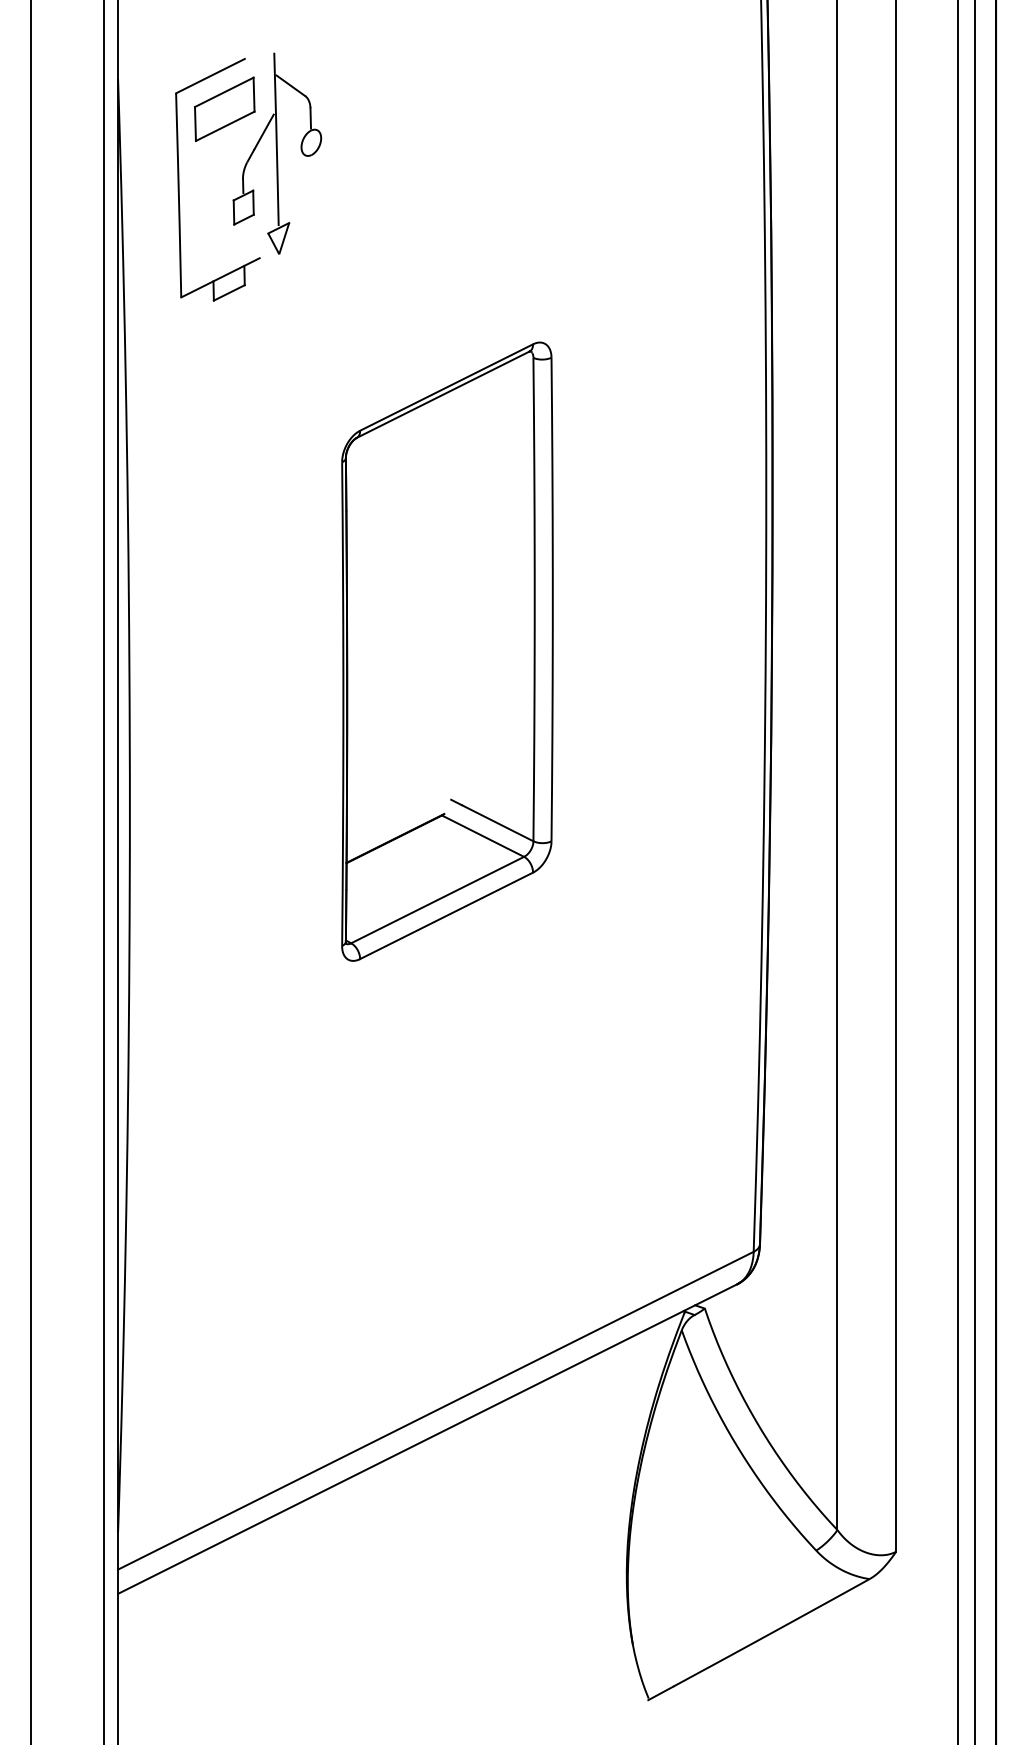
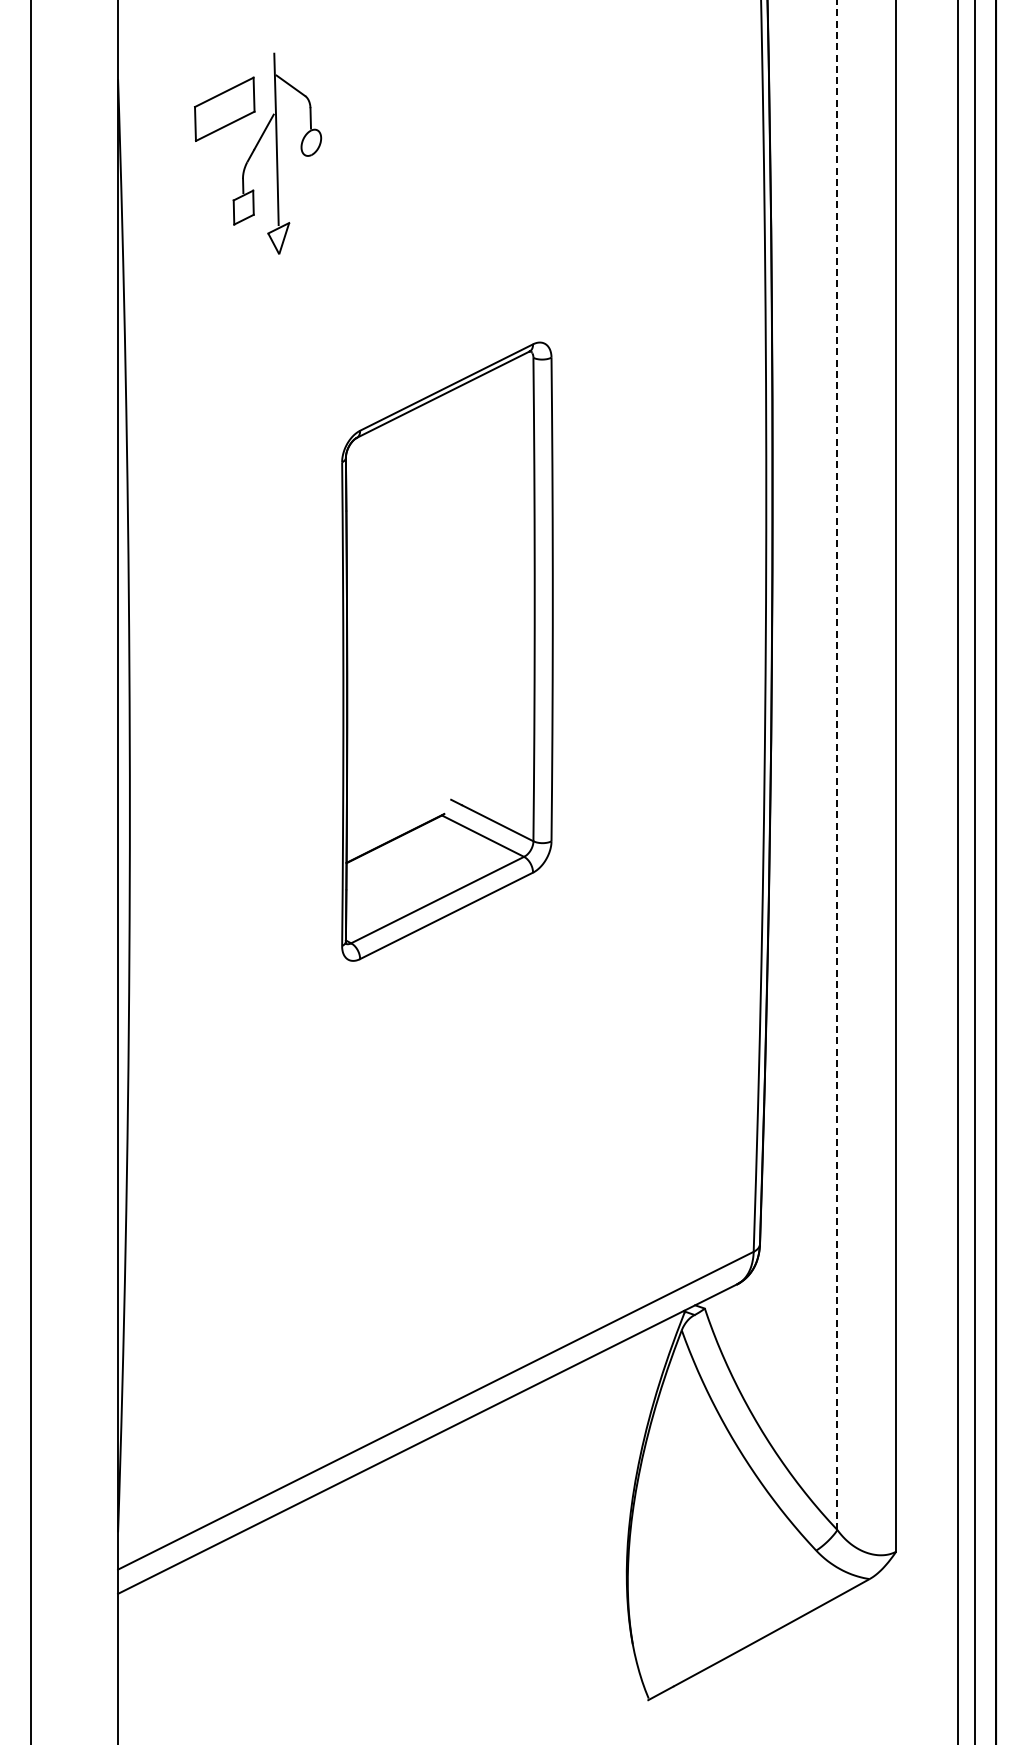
part at (179, 179): present -> none
line at (837, 765): solid -> dashed
line at (104, 871): present -> none
